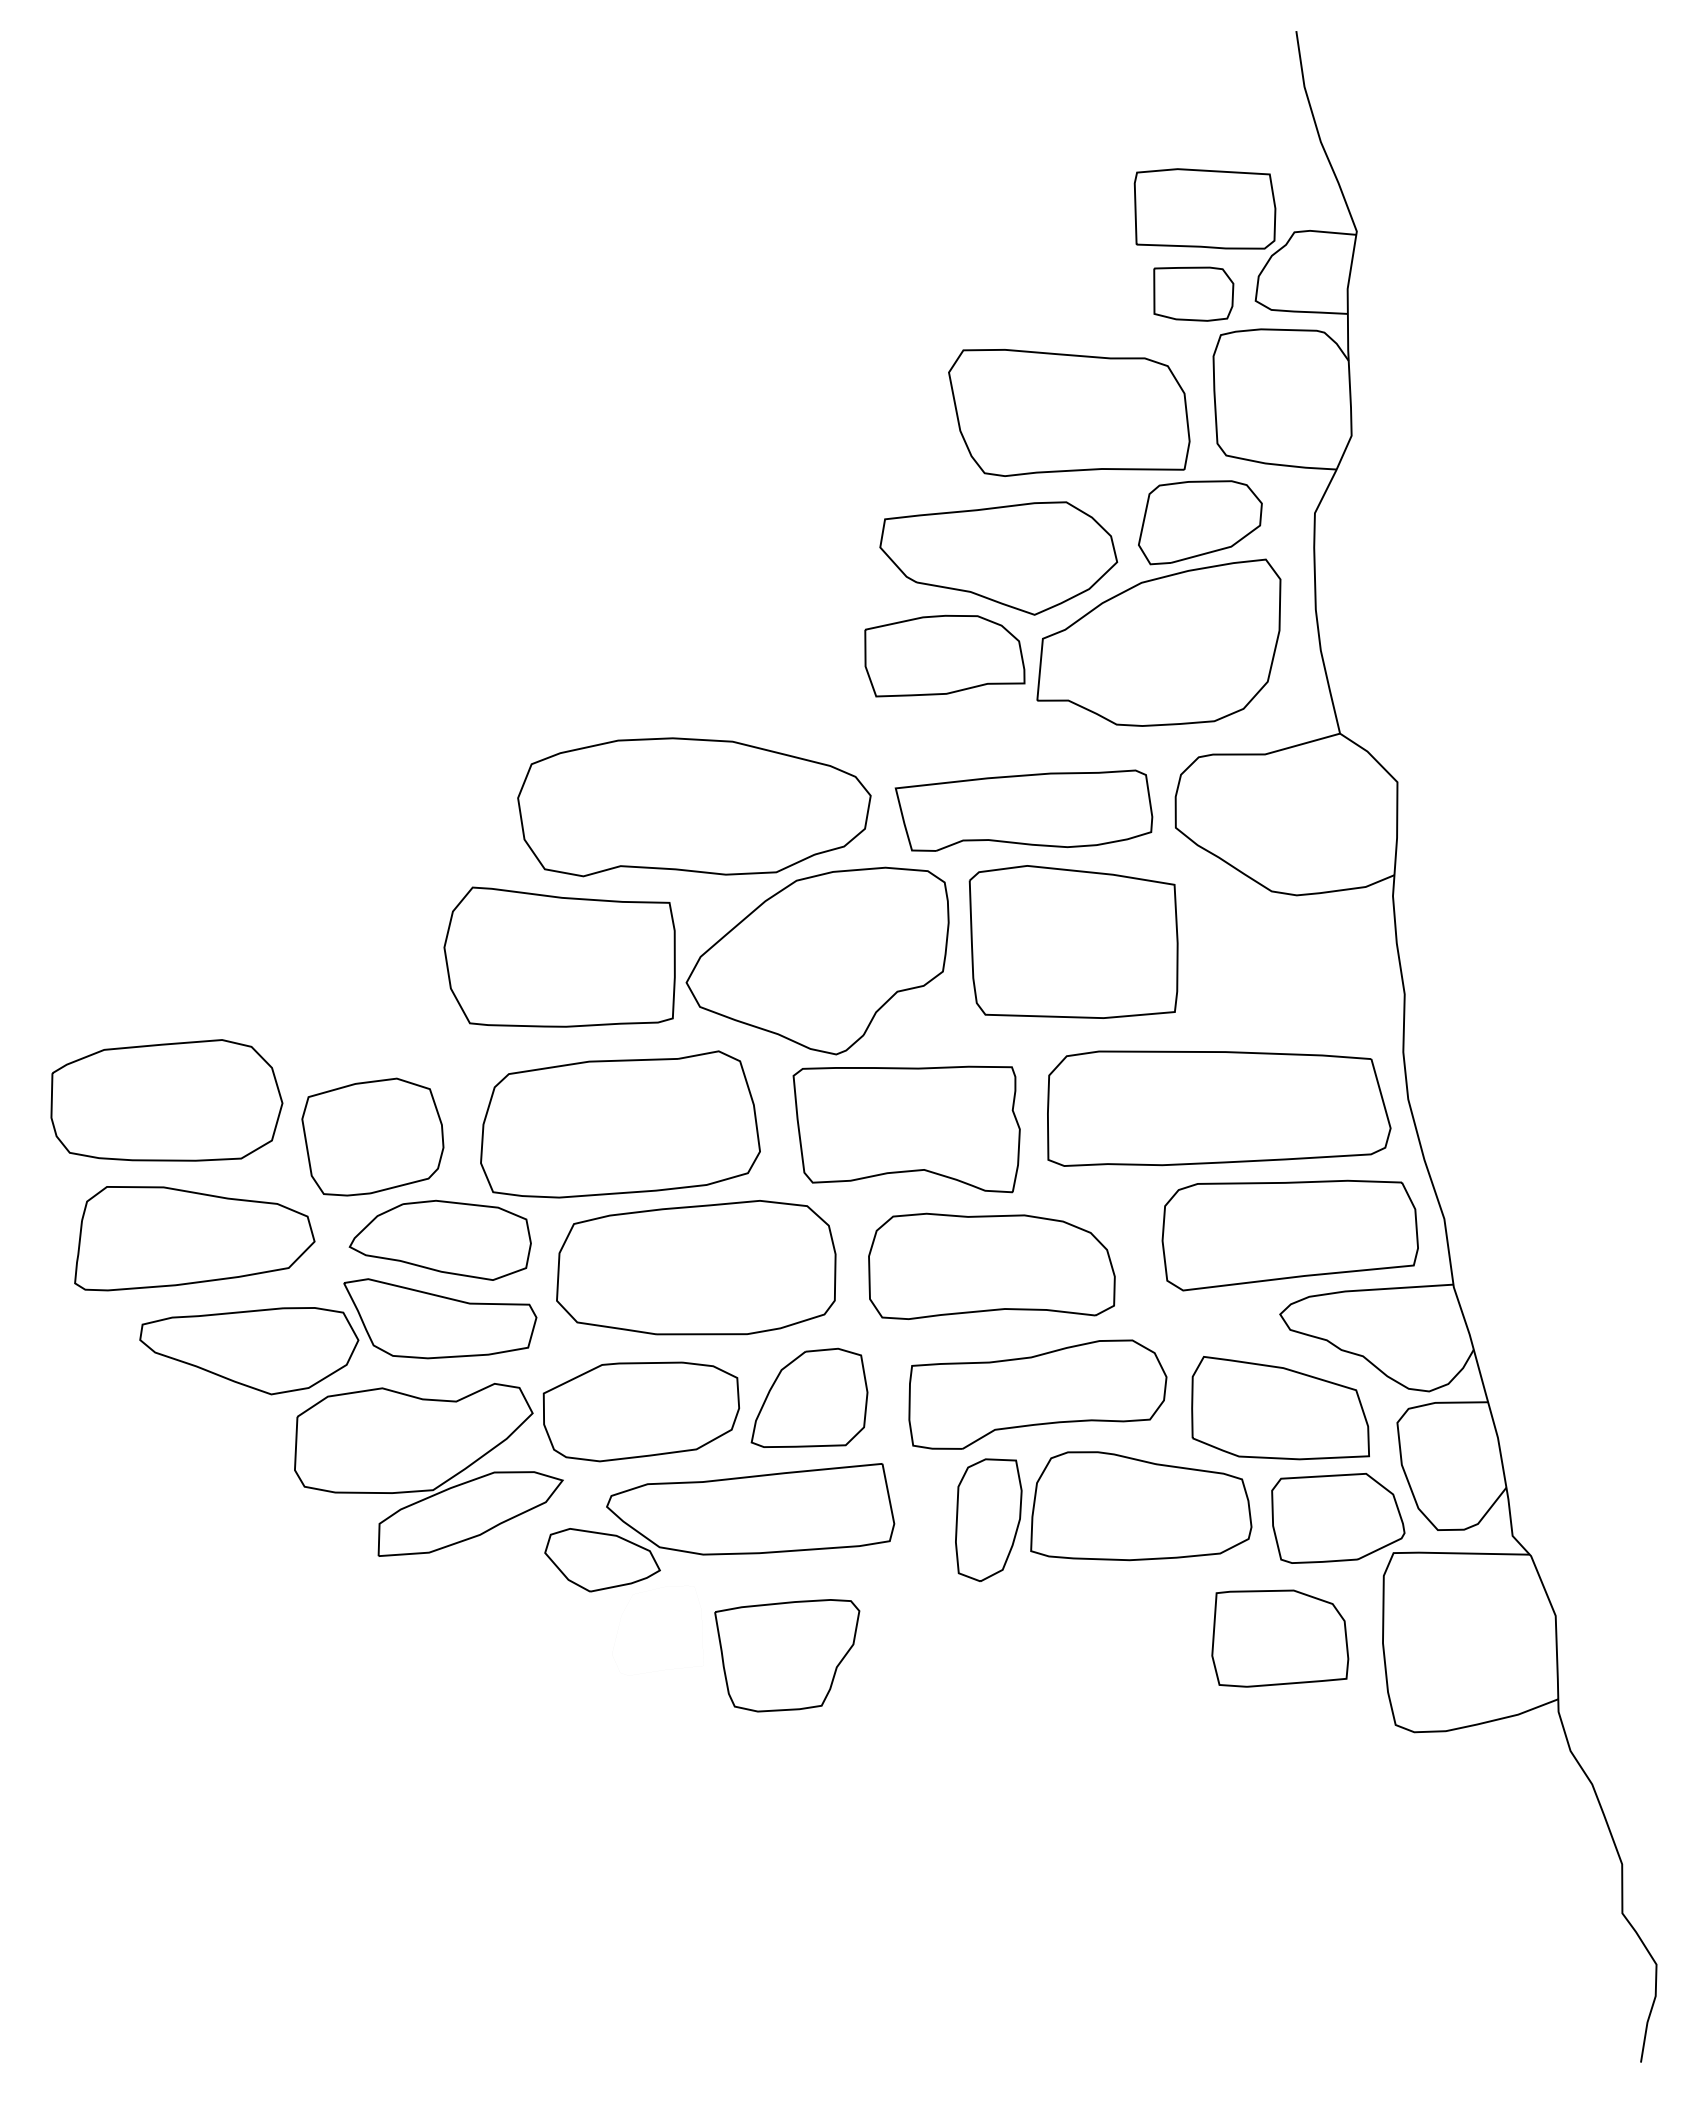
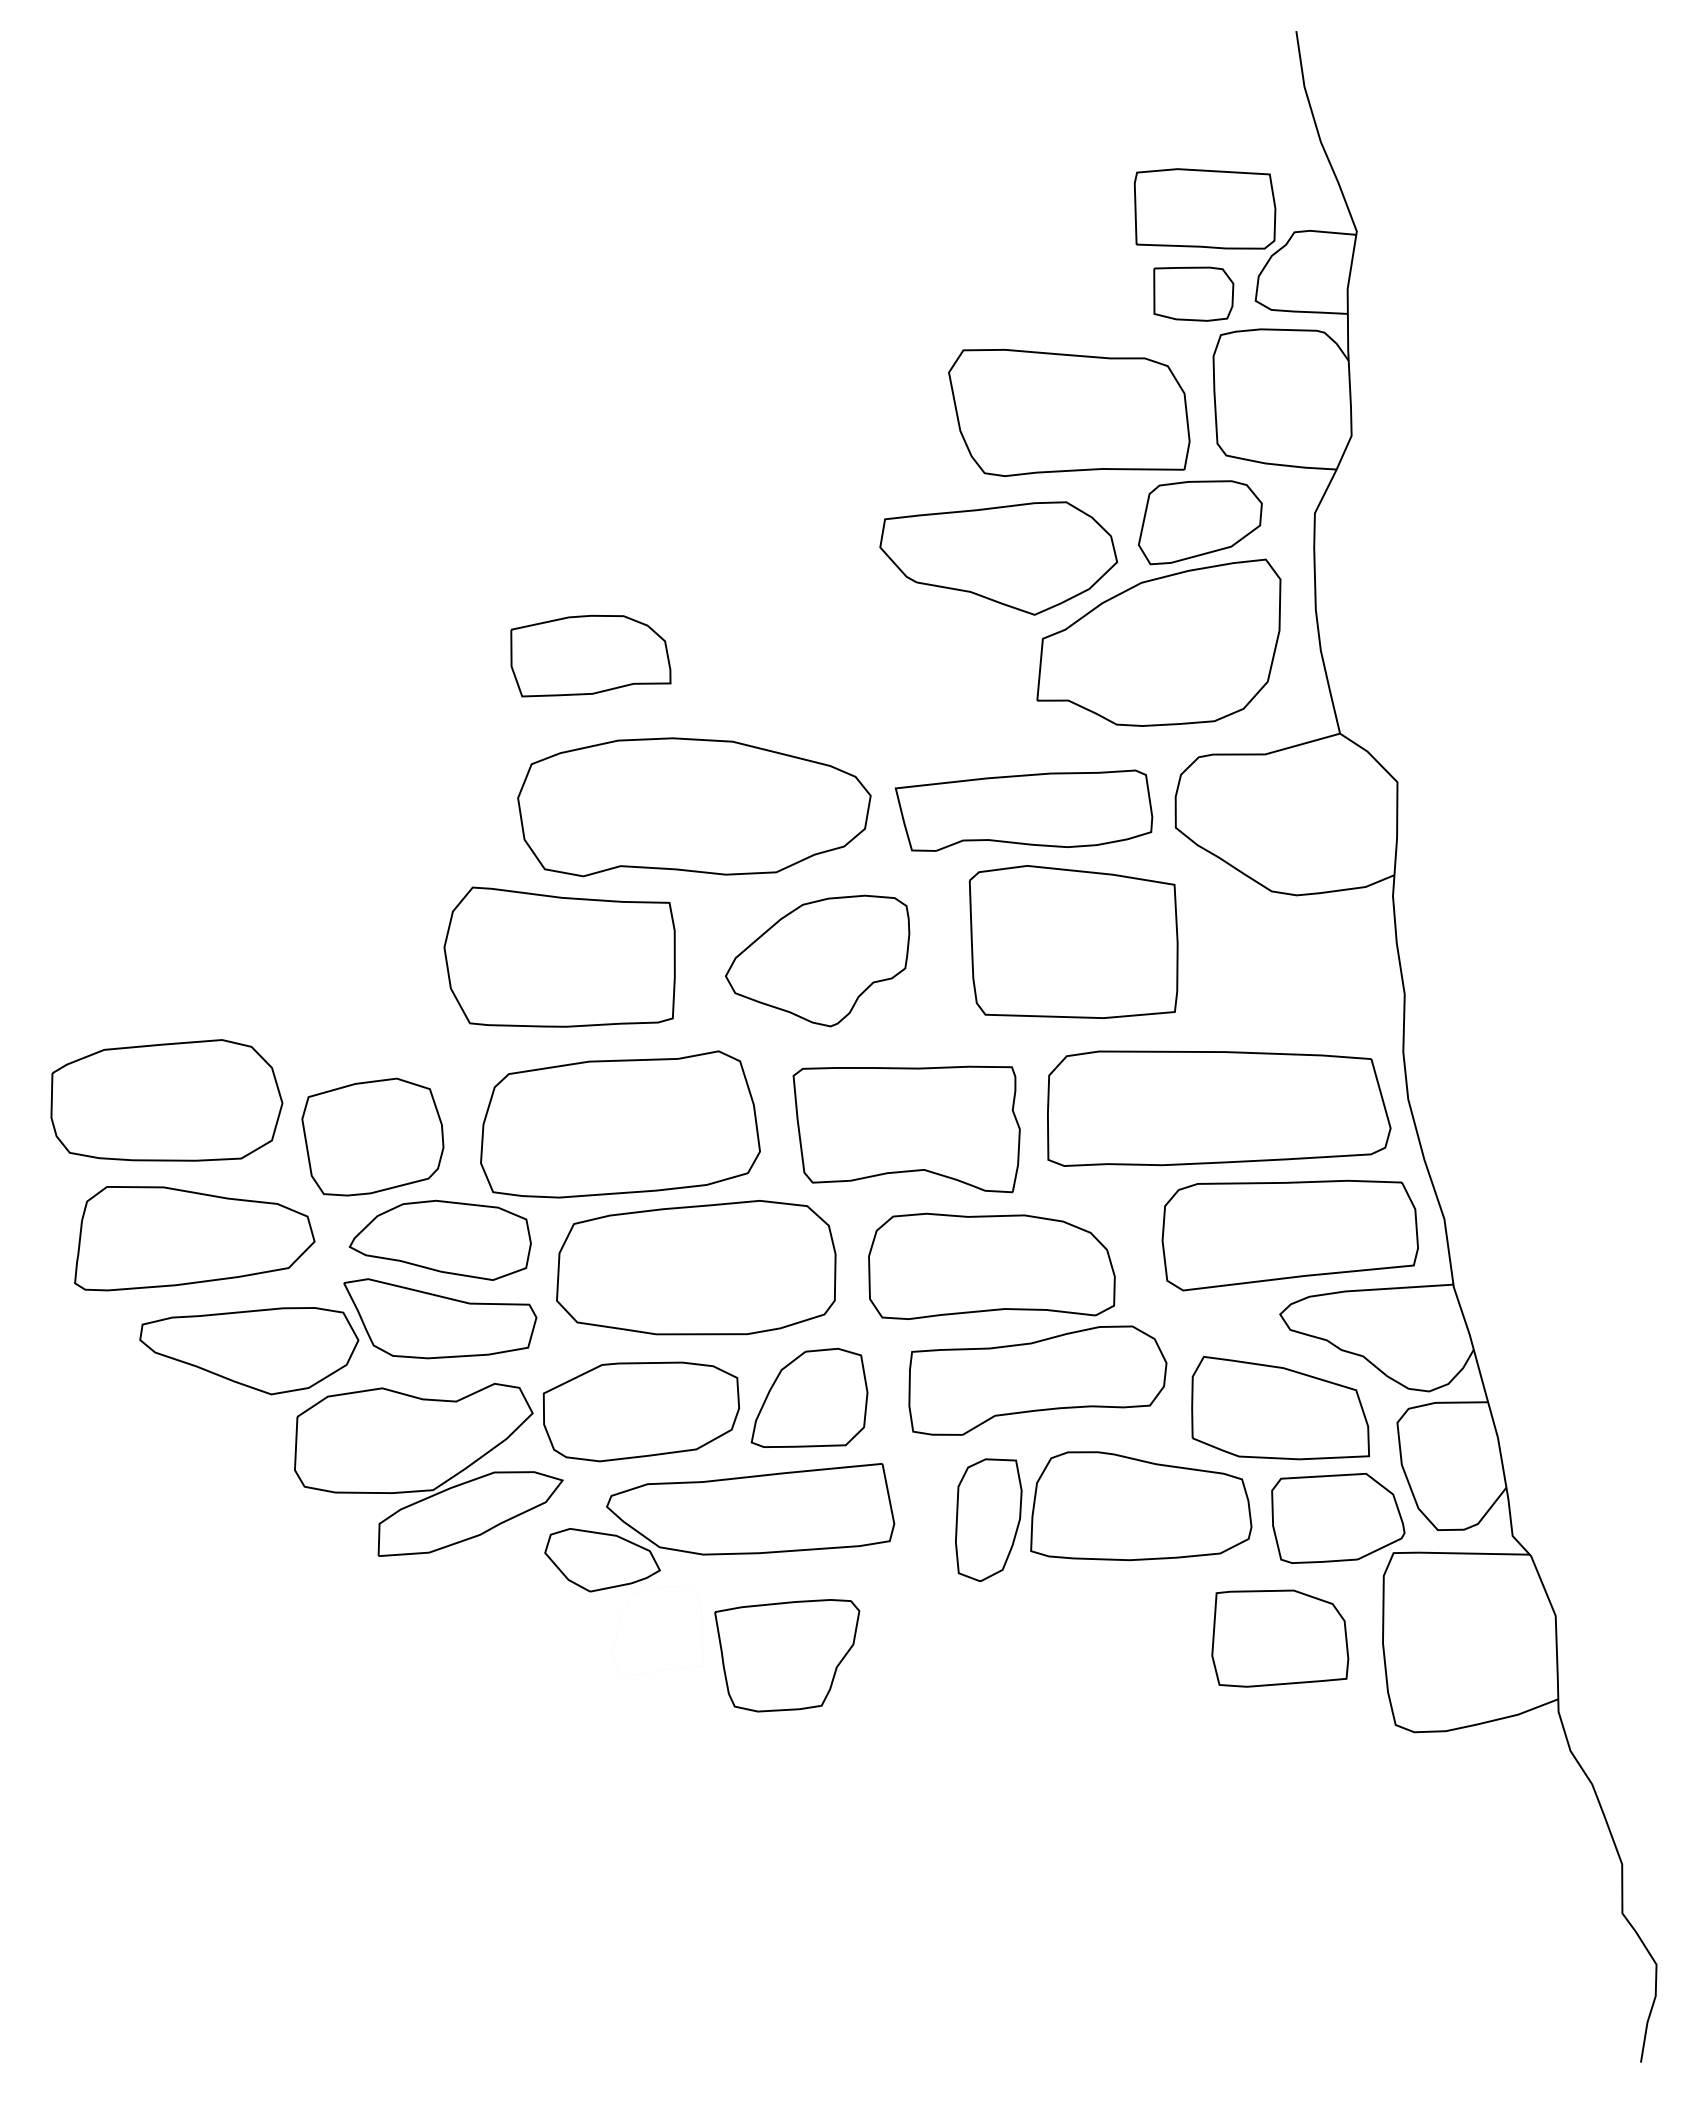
part at (944, 655) position: (944, 655) -> (590, 655)
part at (817, 960) size: 265x190 px -> 186x134 px
part at (1037, 1394) position: (1037, 1394) -> (1037, 1380)
